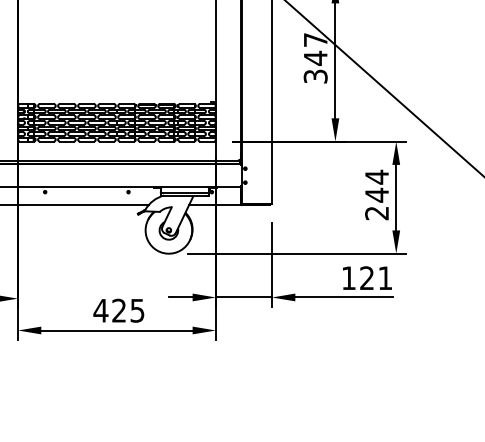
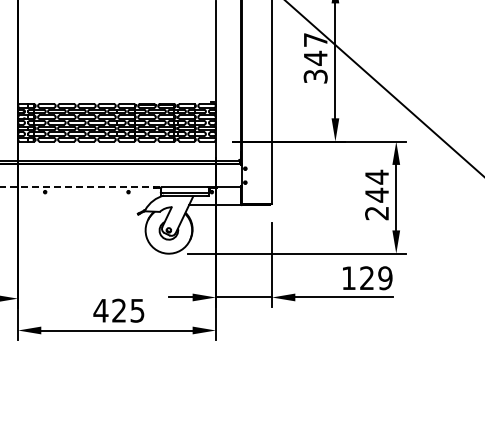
line at (80, 187): solid -> dashed
line at (75, 205): present -> none
text at (385, 278): 121 -> 129
